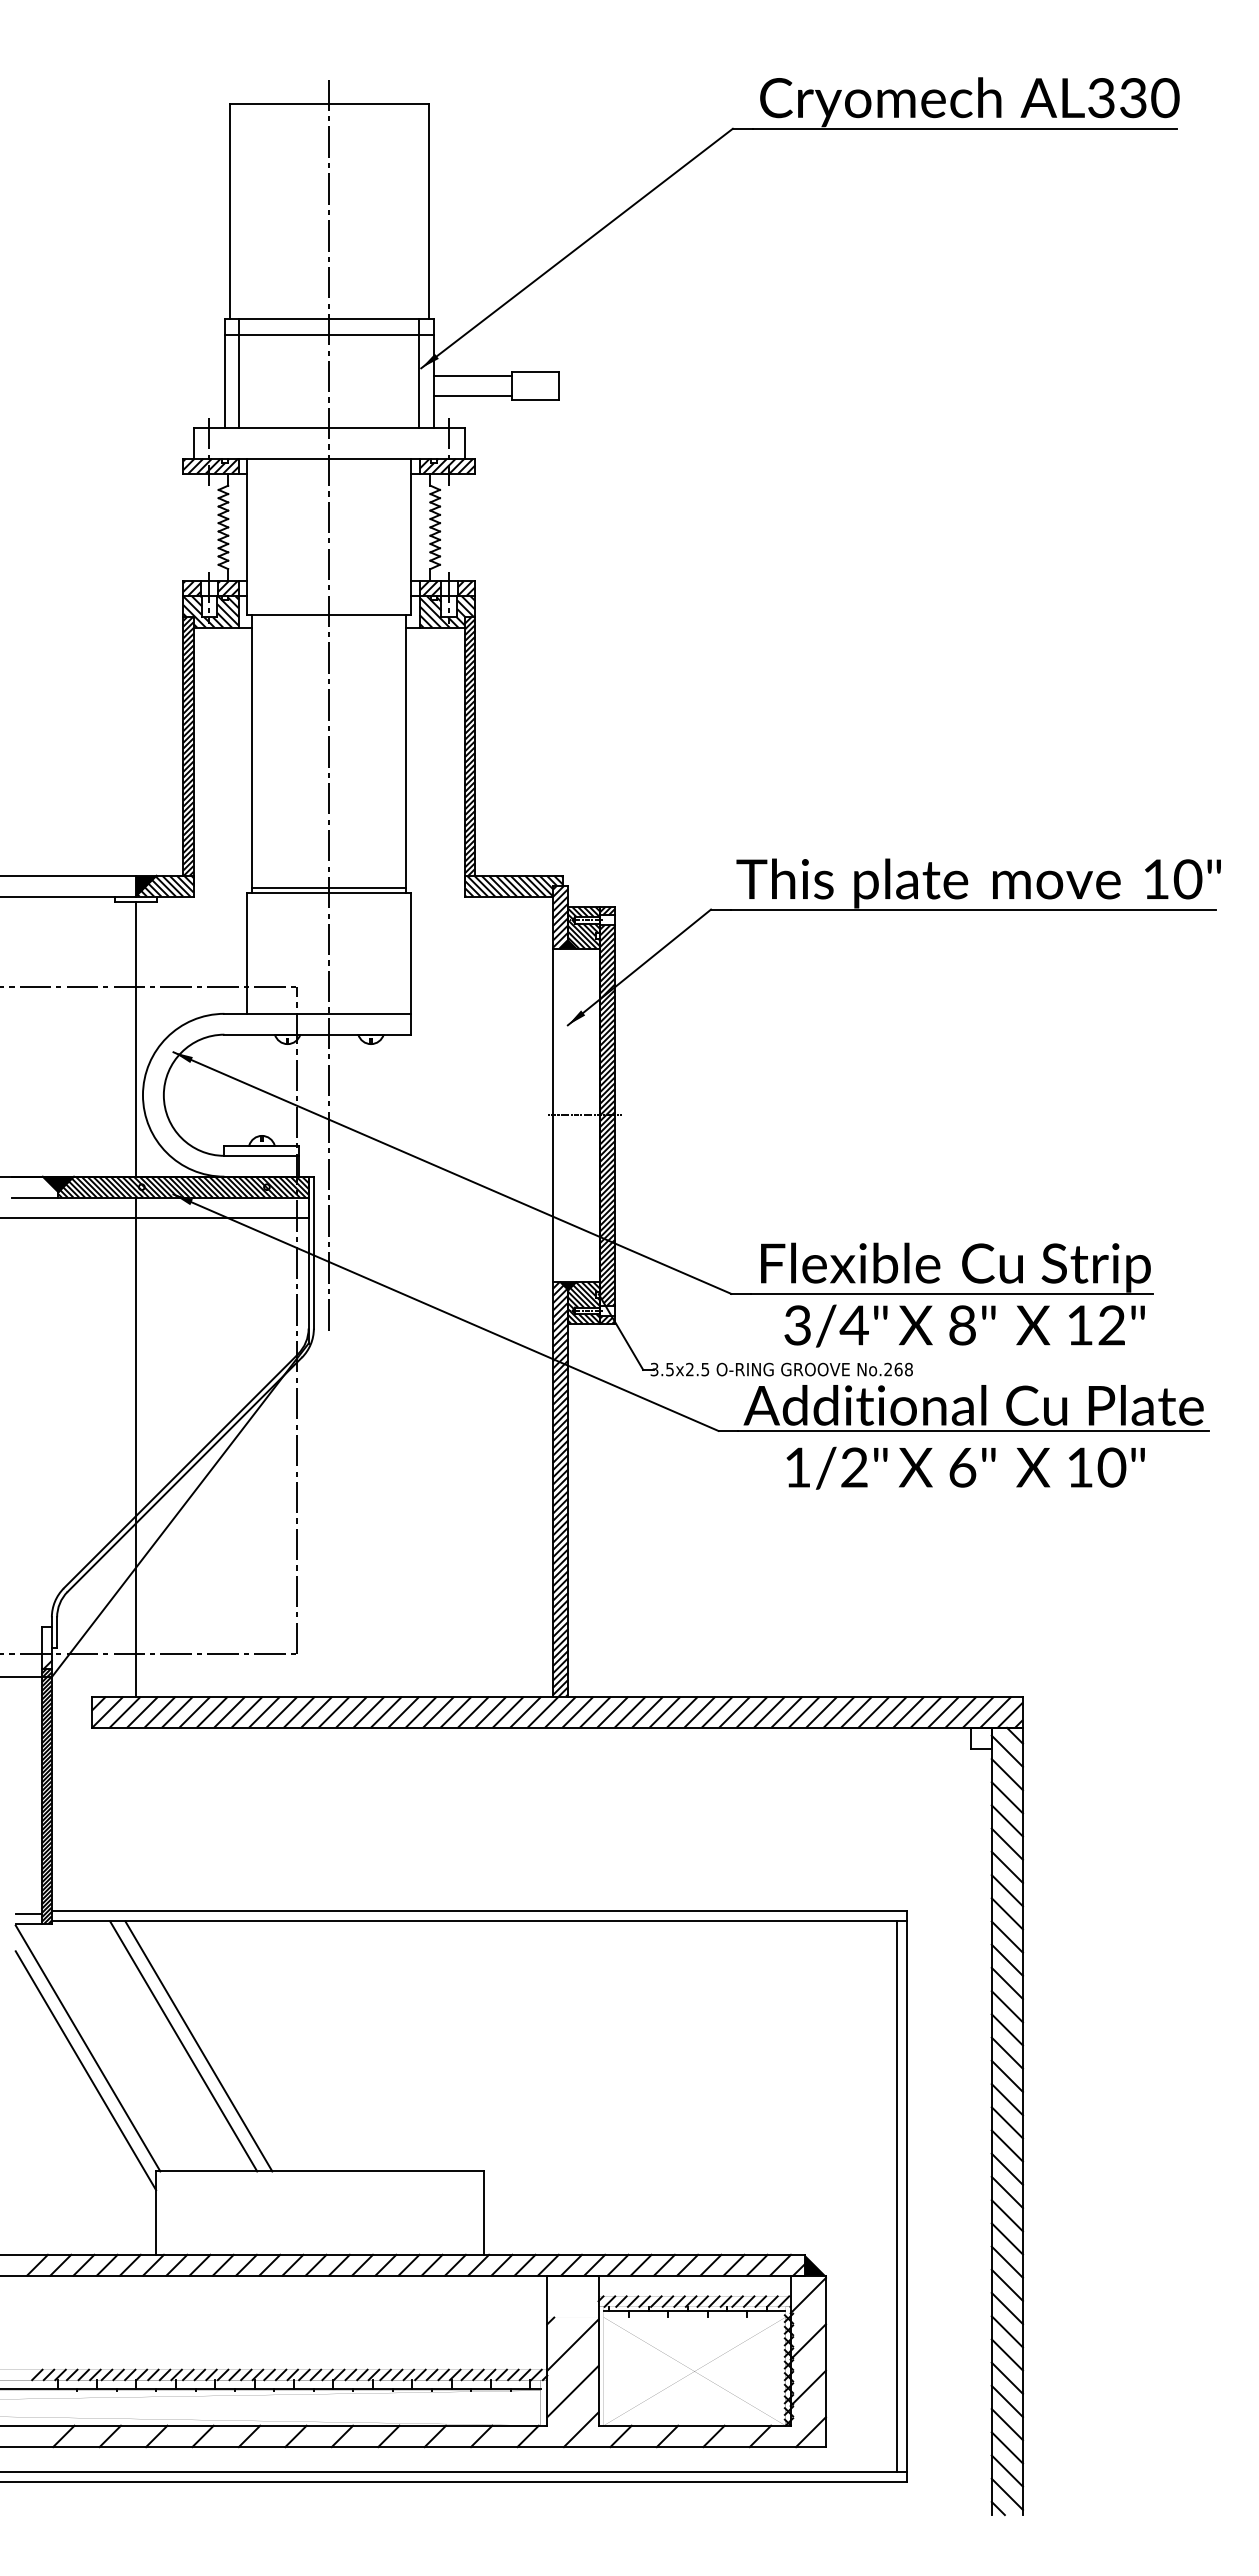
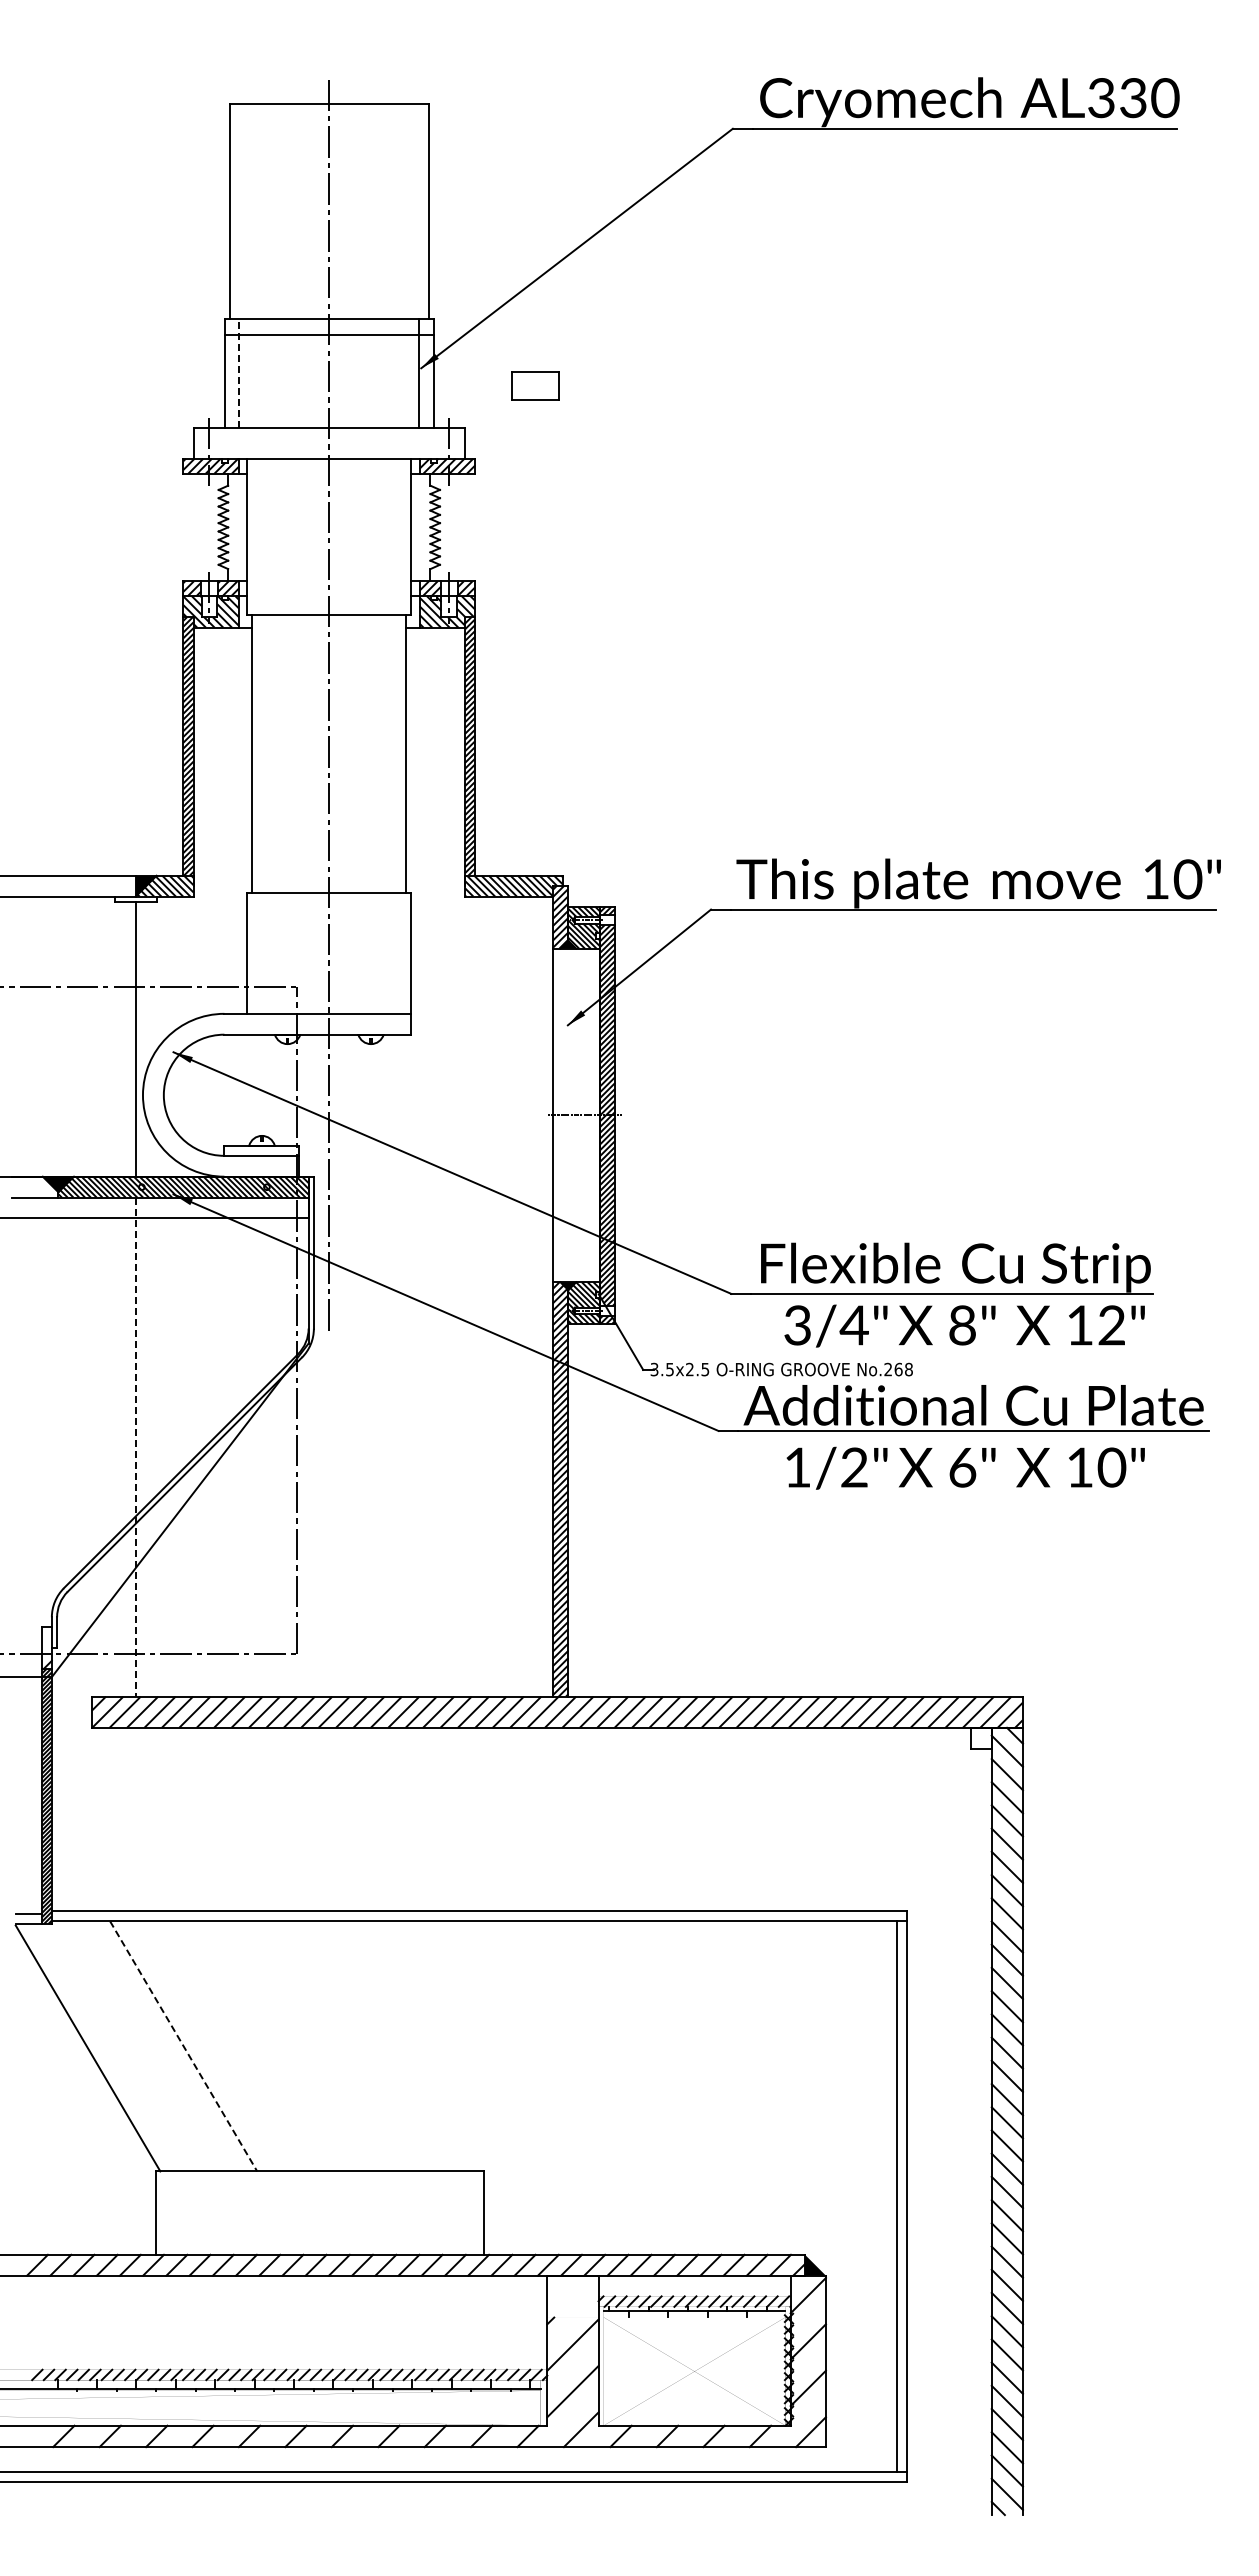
line at (239, 372): solid -> dashed
line at (472, 376): present -> none
line at (472, 395): present -> none
line at (329, 888): present -> none
line at (135, 1447): solid -> dashed
line at (183, 2046): solid -> dashed
line at (198, 2046): present -> none
line at (85, 2070): present -> none
